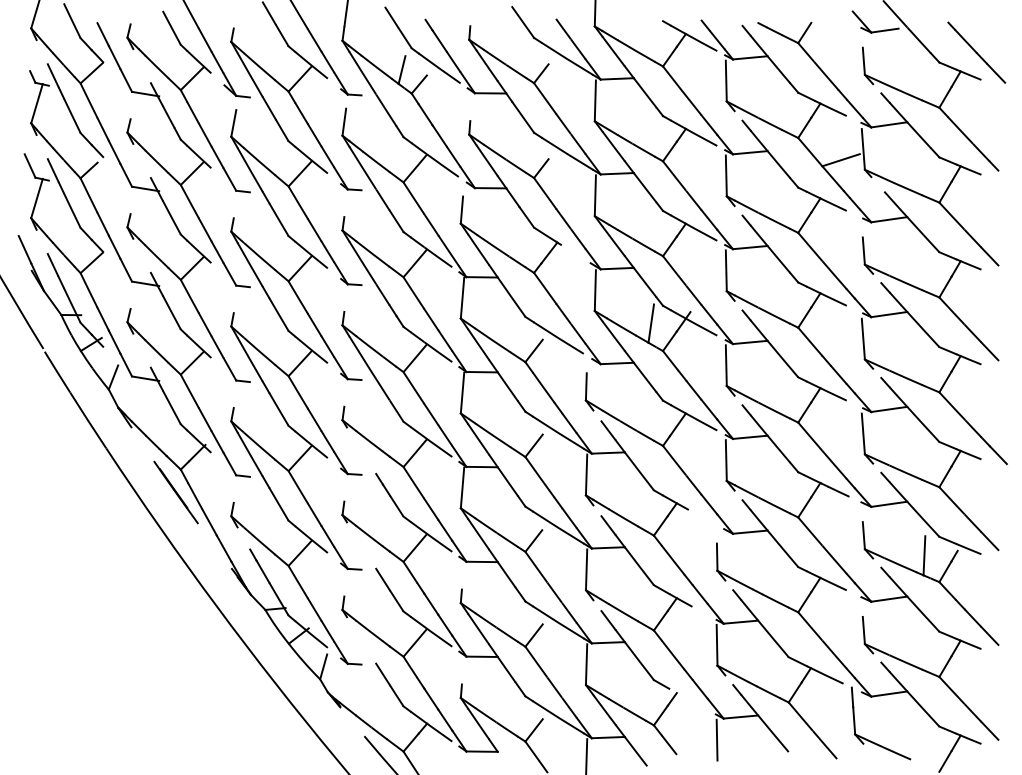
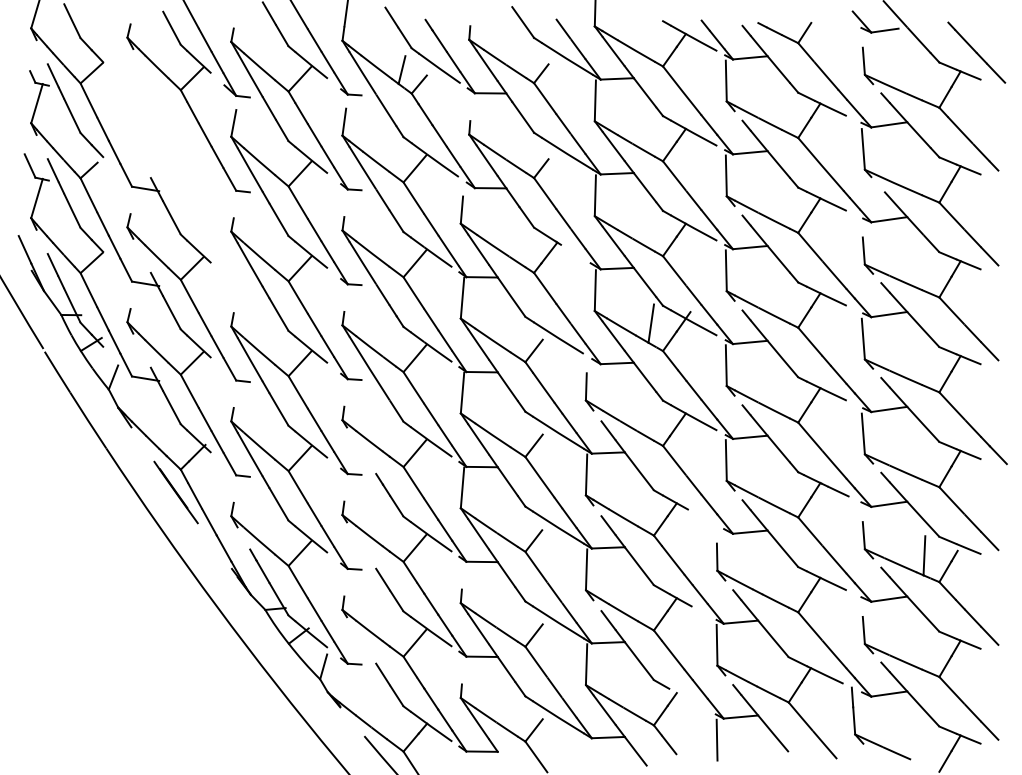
line at (840, 160): present -> none
part at (163, 166): present -> none
line at (586, 755): present -> none
